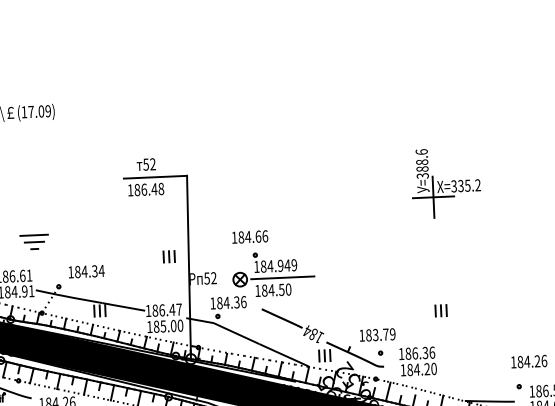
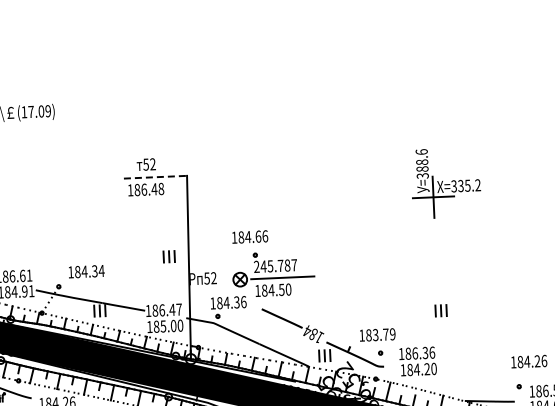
line at (155, 177): solid -> dashed
part at (33, 241): present -> none
text at (275, 265): 184.949 -> 245.787
